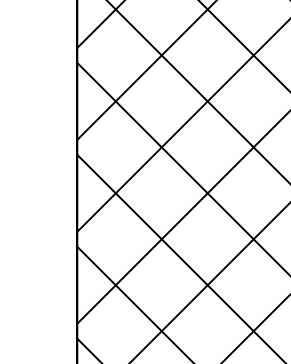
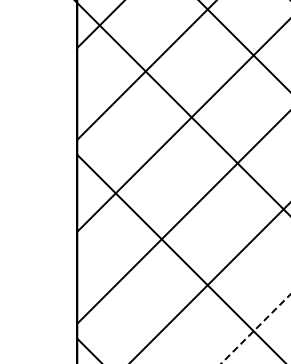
line at (197, 91) position: (197, 91) -> (181, 107)
line at (182, 167): present -> none
line at (134, 303): present -> none
line at (256, 328): solid -> dashed
